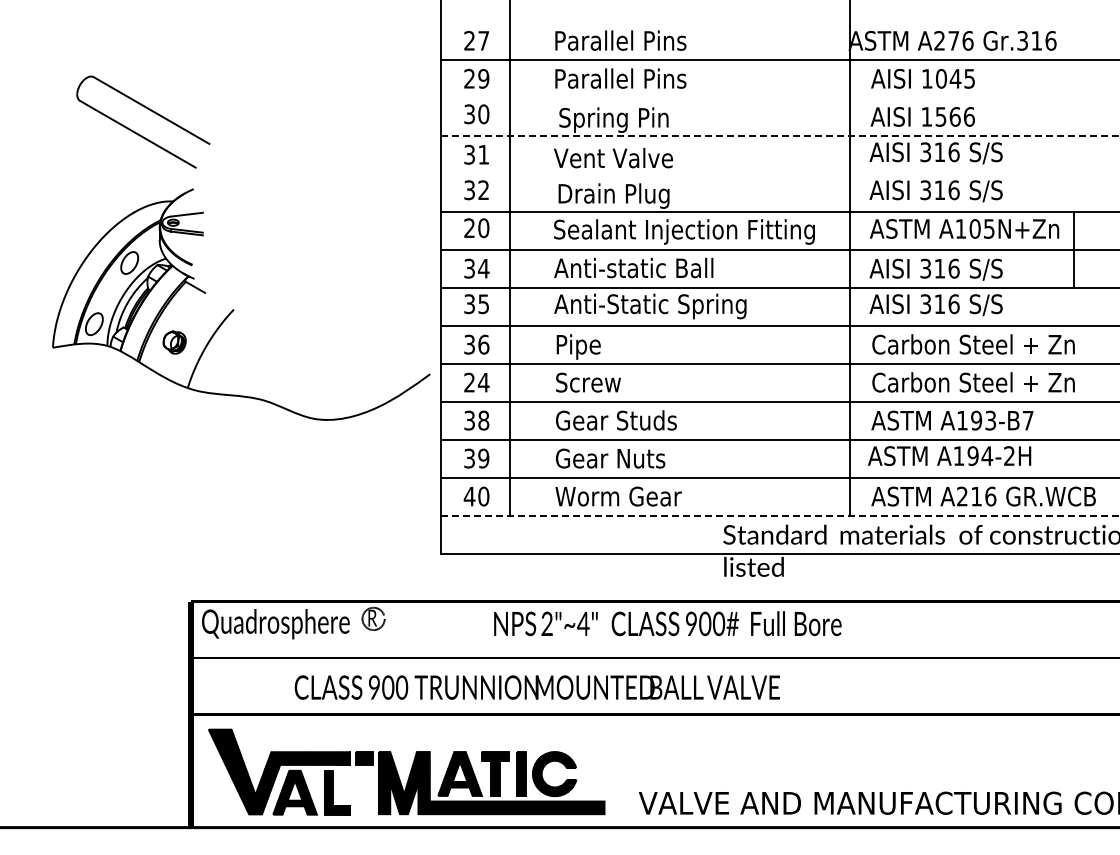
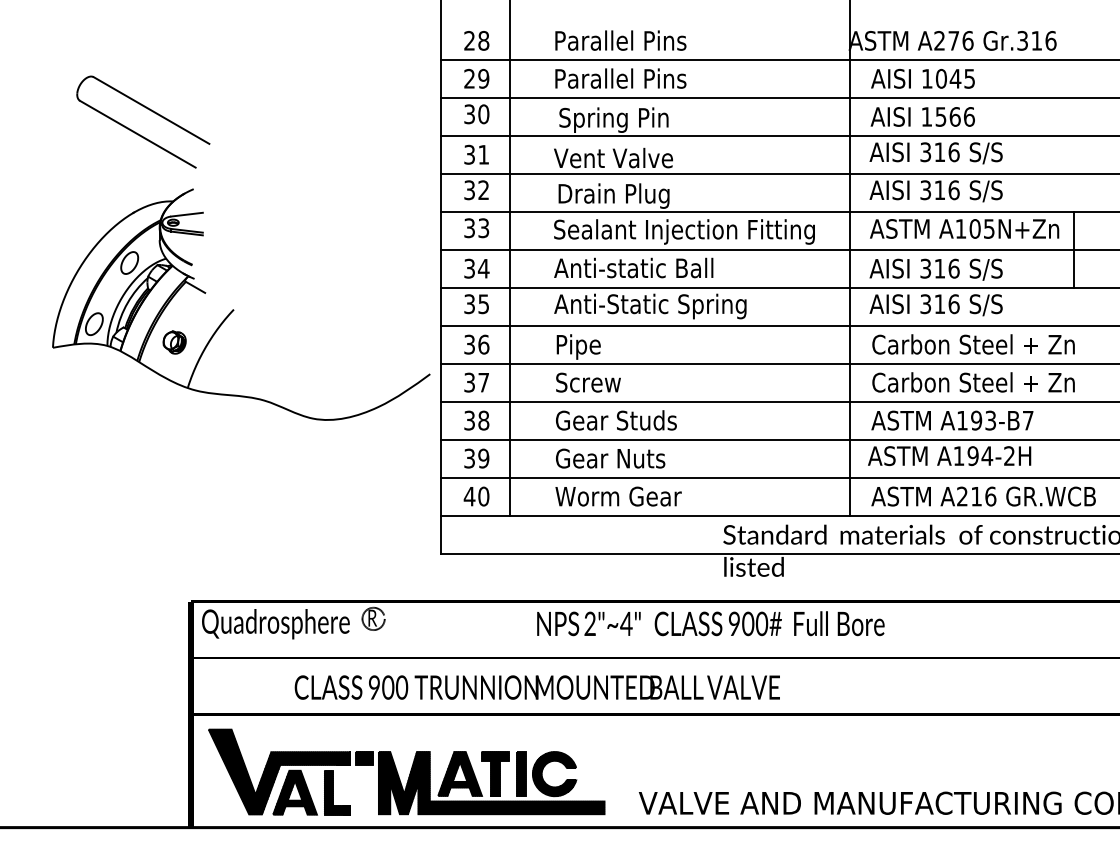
text at (483, 40): 27 -> 28
line at (778, 98): none -> present
line at (780, 136): dashed -> solid
line at (778, 174): none -> present
text at (476, 228): 20 -> 33
text at (476, 382): 24 -> 37
line at (780, 515): dashed -> solid
text at (667, 623) position: (667, 623) -> (710, 623)
